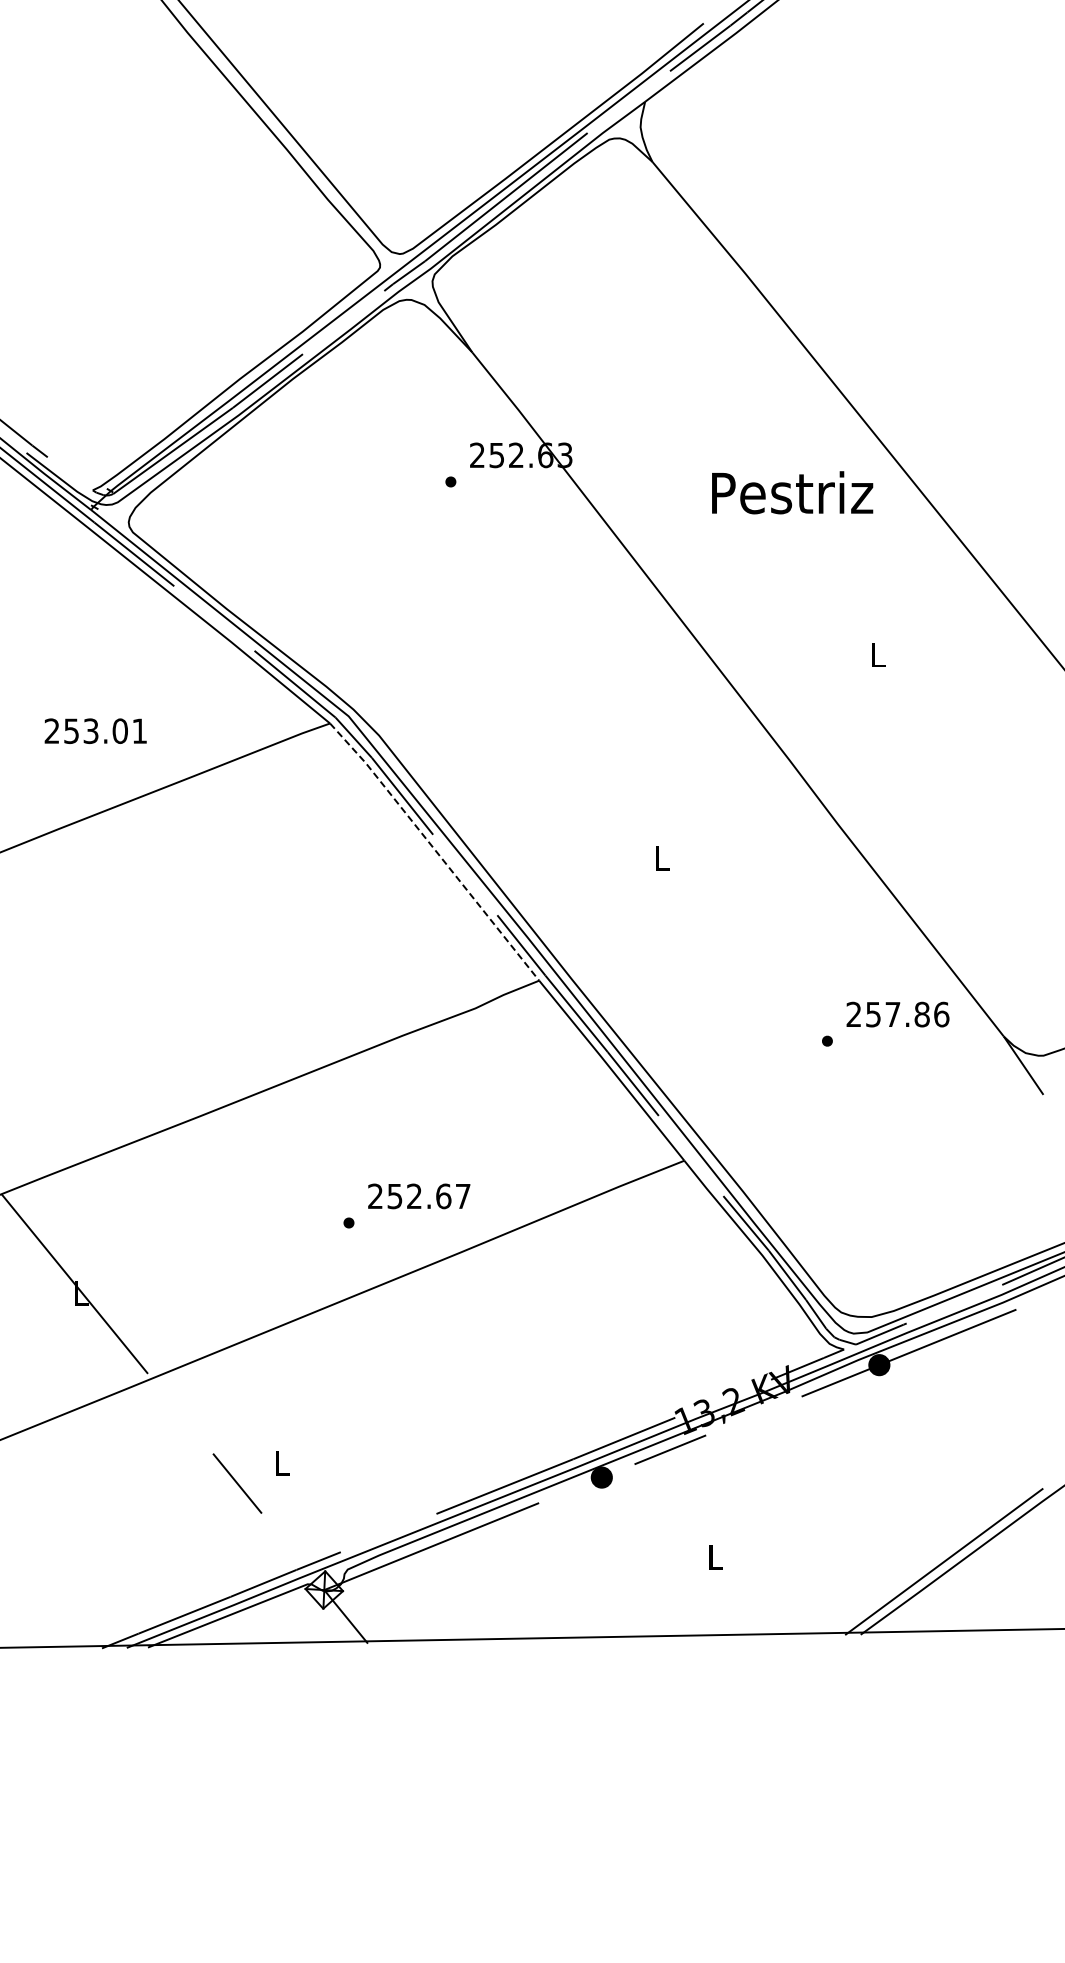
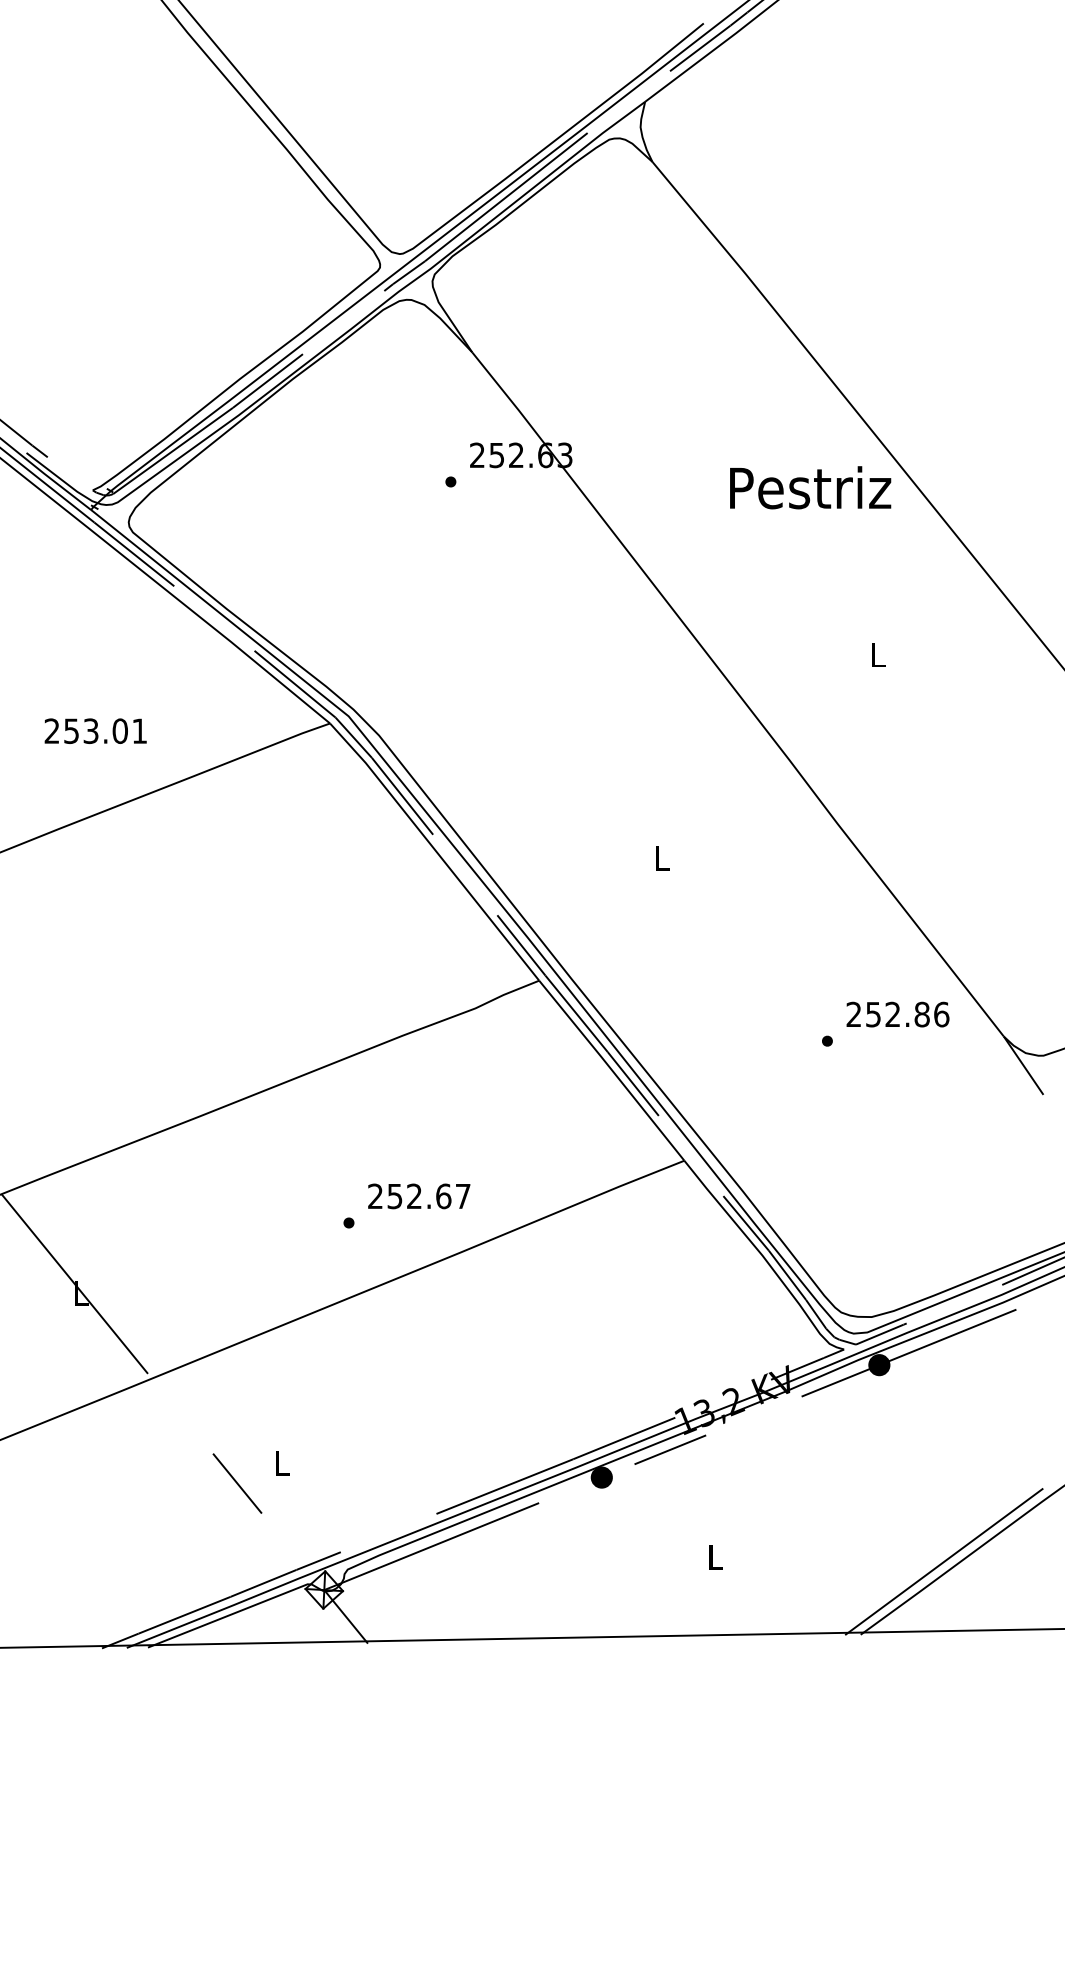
text at (792, 492) position: (792, 492) -> (810, 487)
line at (435, 850): dashed -> solid
text at (892, 1013): 257.86 -> 252.86
